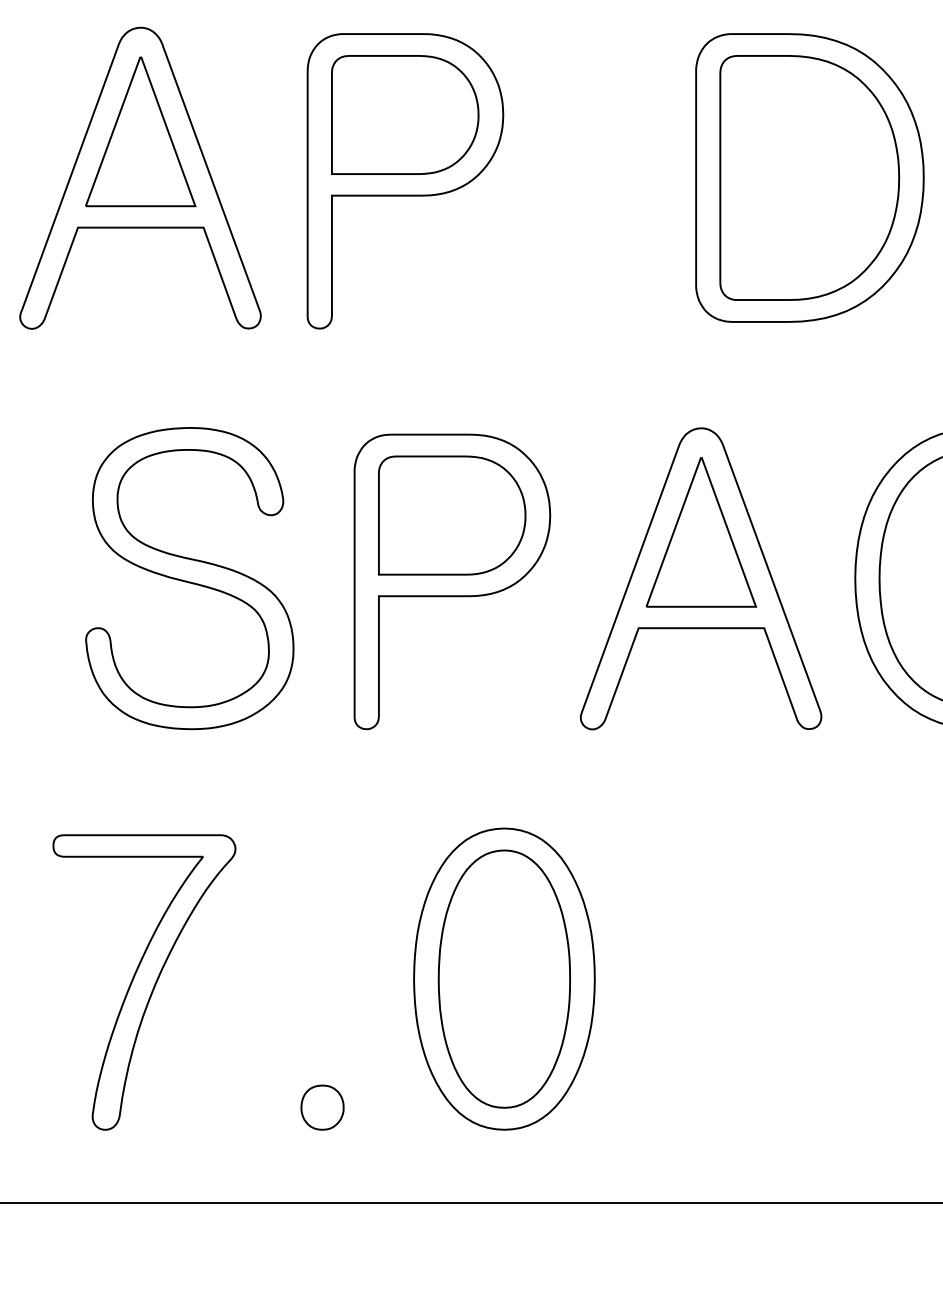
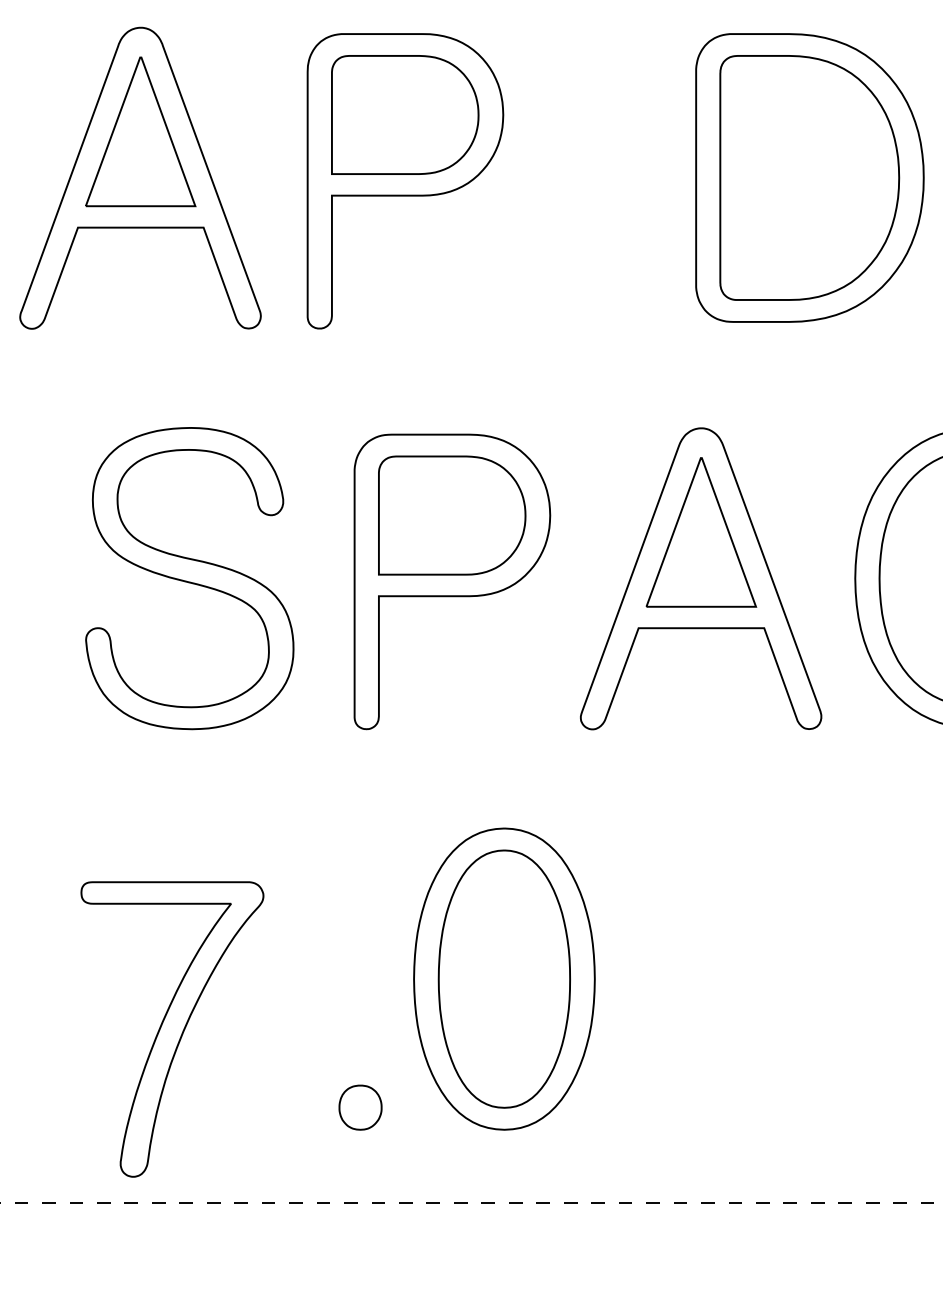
part at (144, 982) position: (144, 982) -> (172, 1029)
part at (322, 1107) position: (322, 1107) -> (360, 1107)
line at (471, 1203): solid -> dashed
